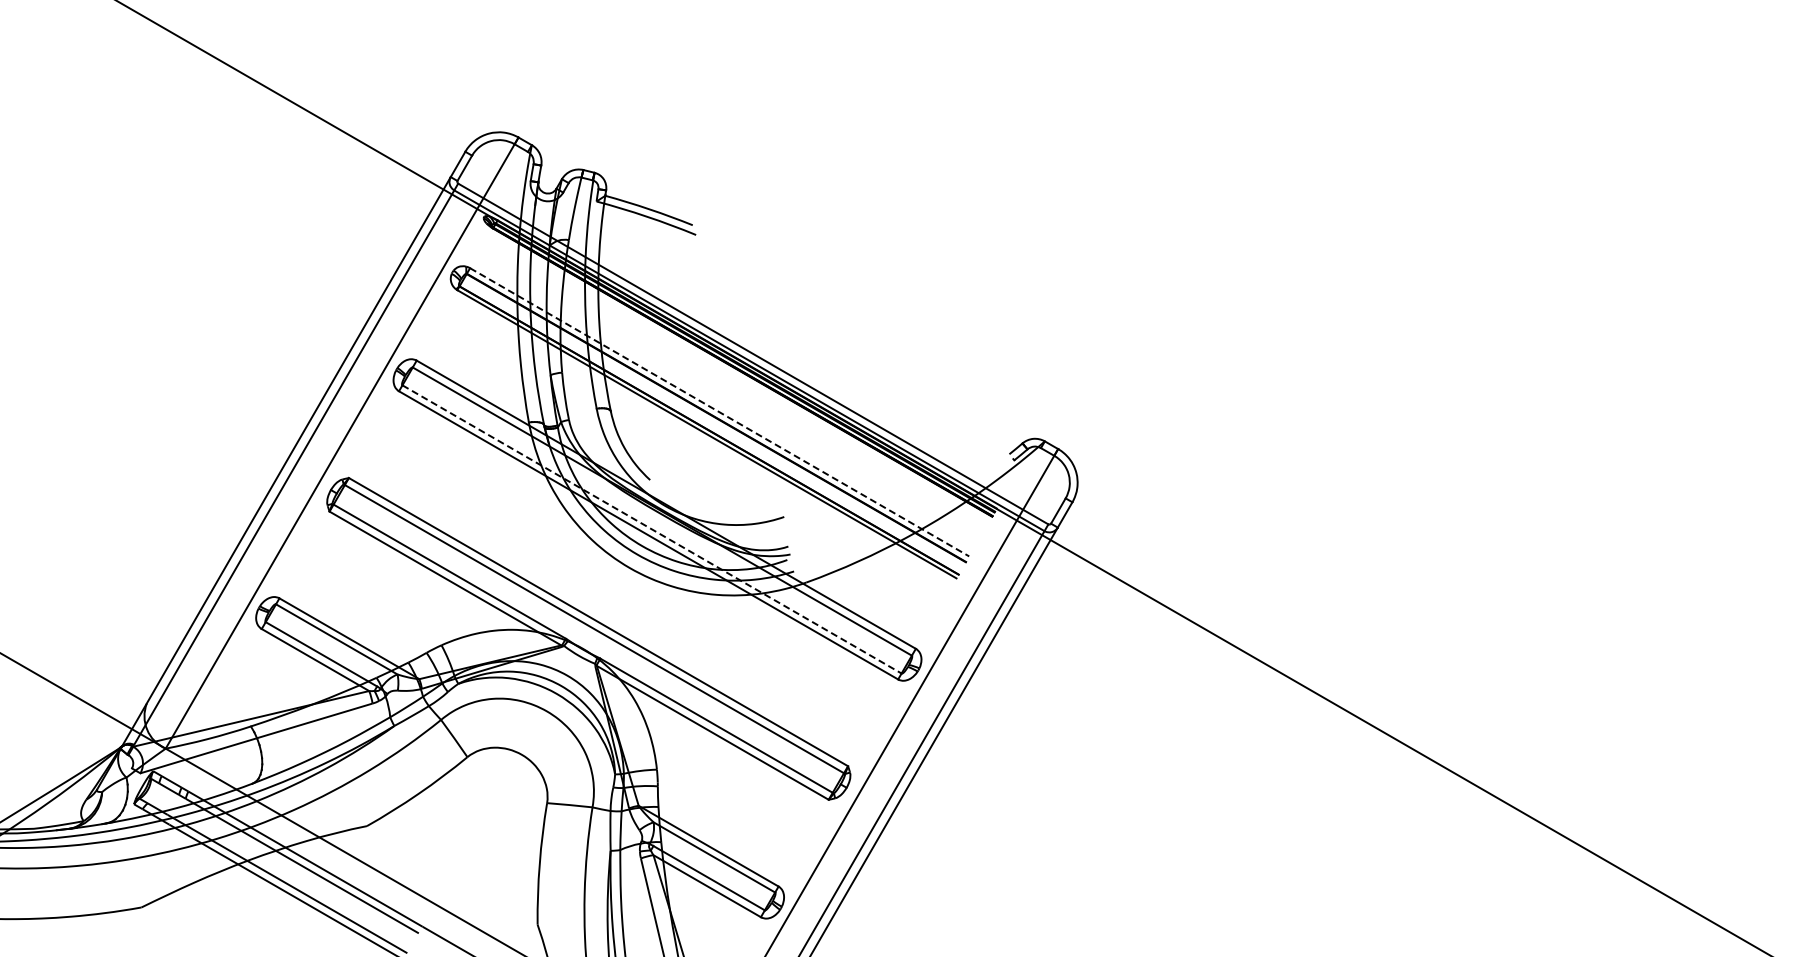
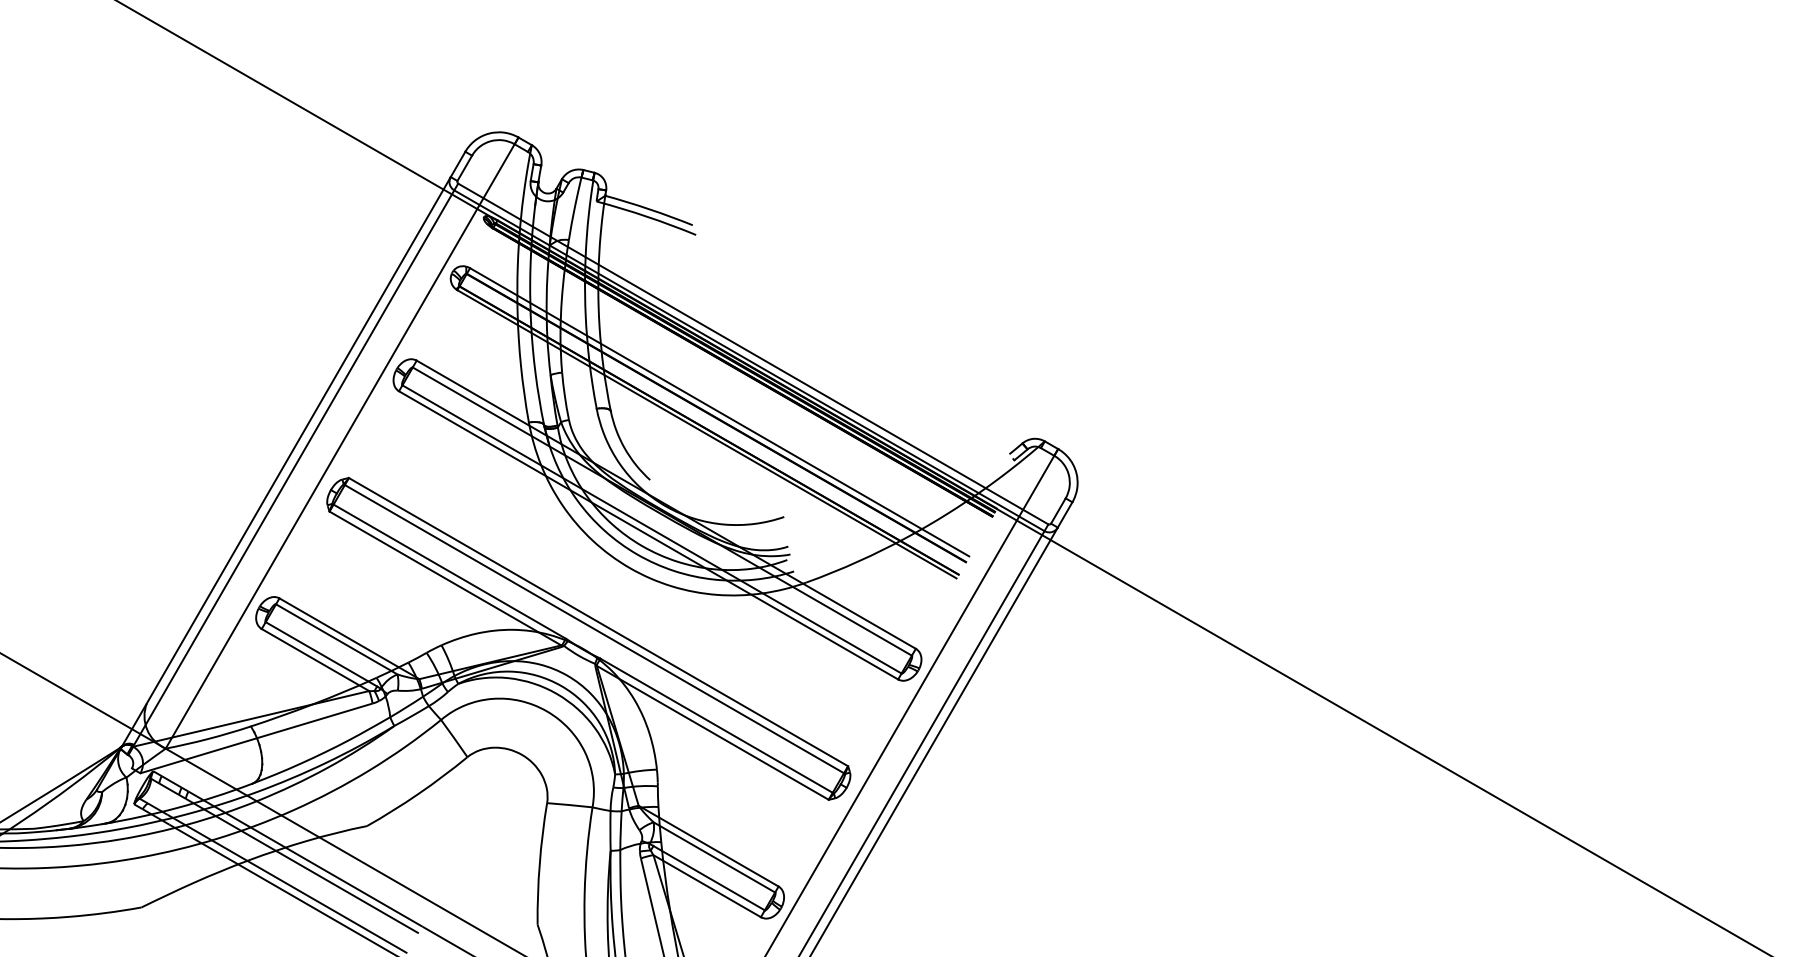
line at (720, 412): dashed -> solid
line at (652, 529): dashed -> solid
